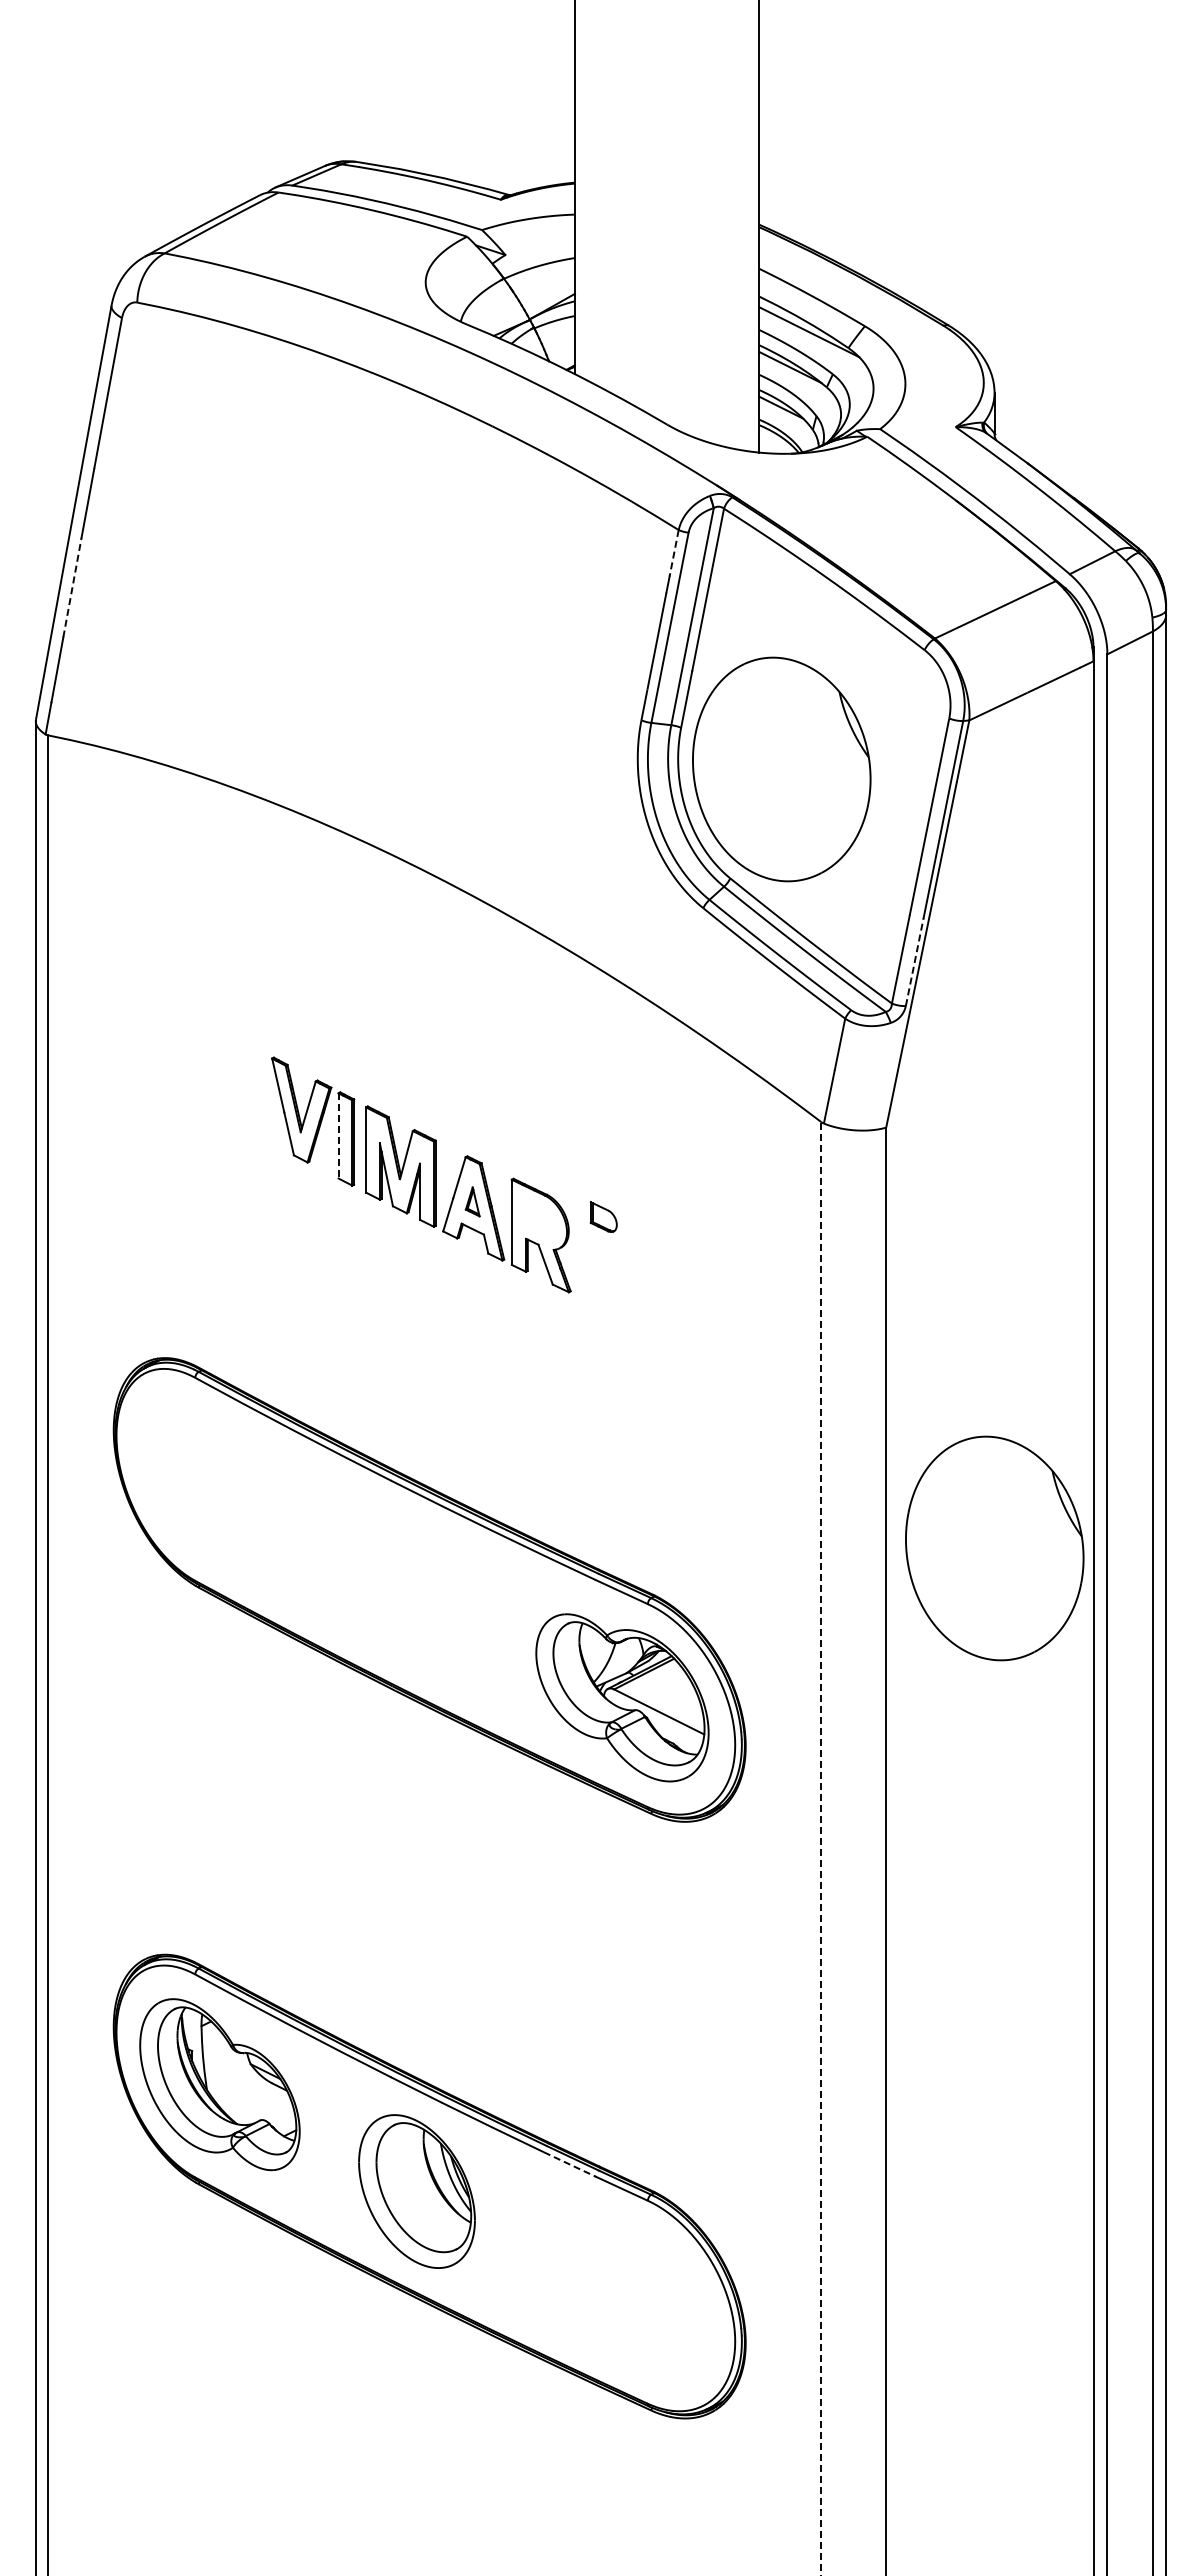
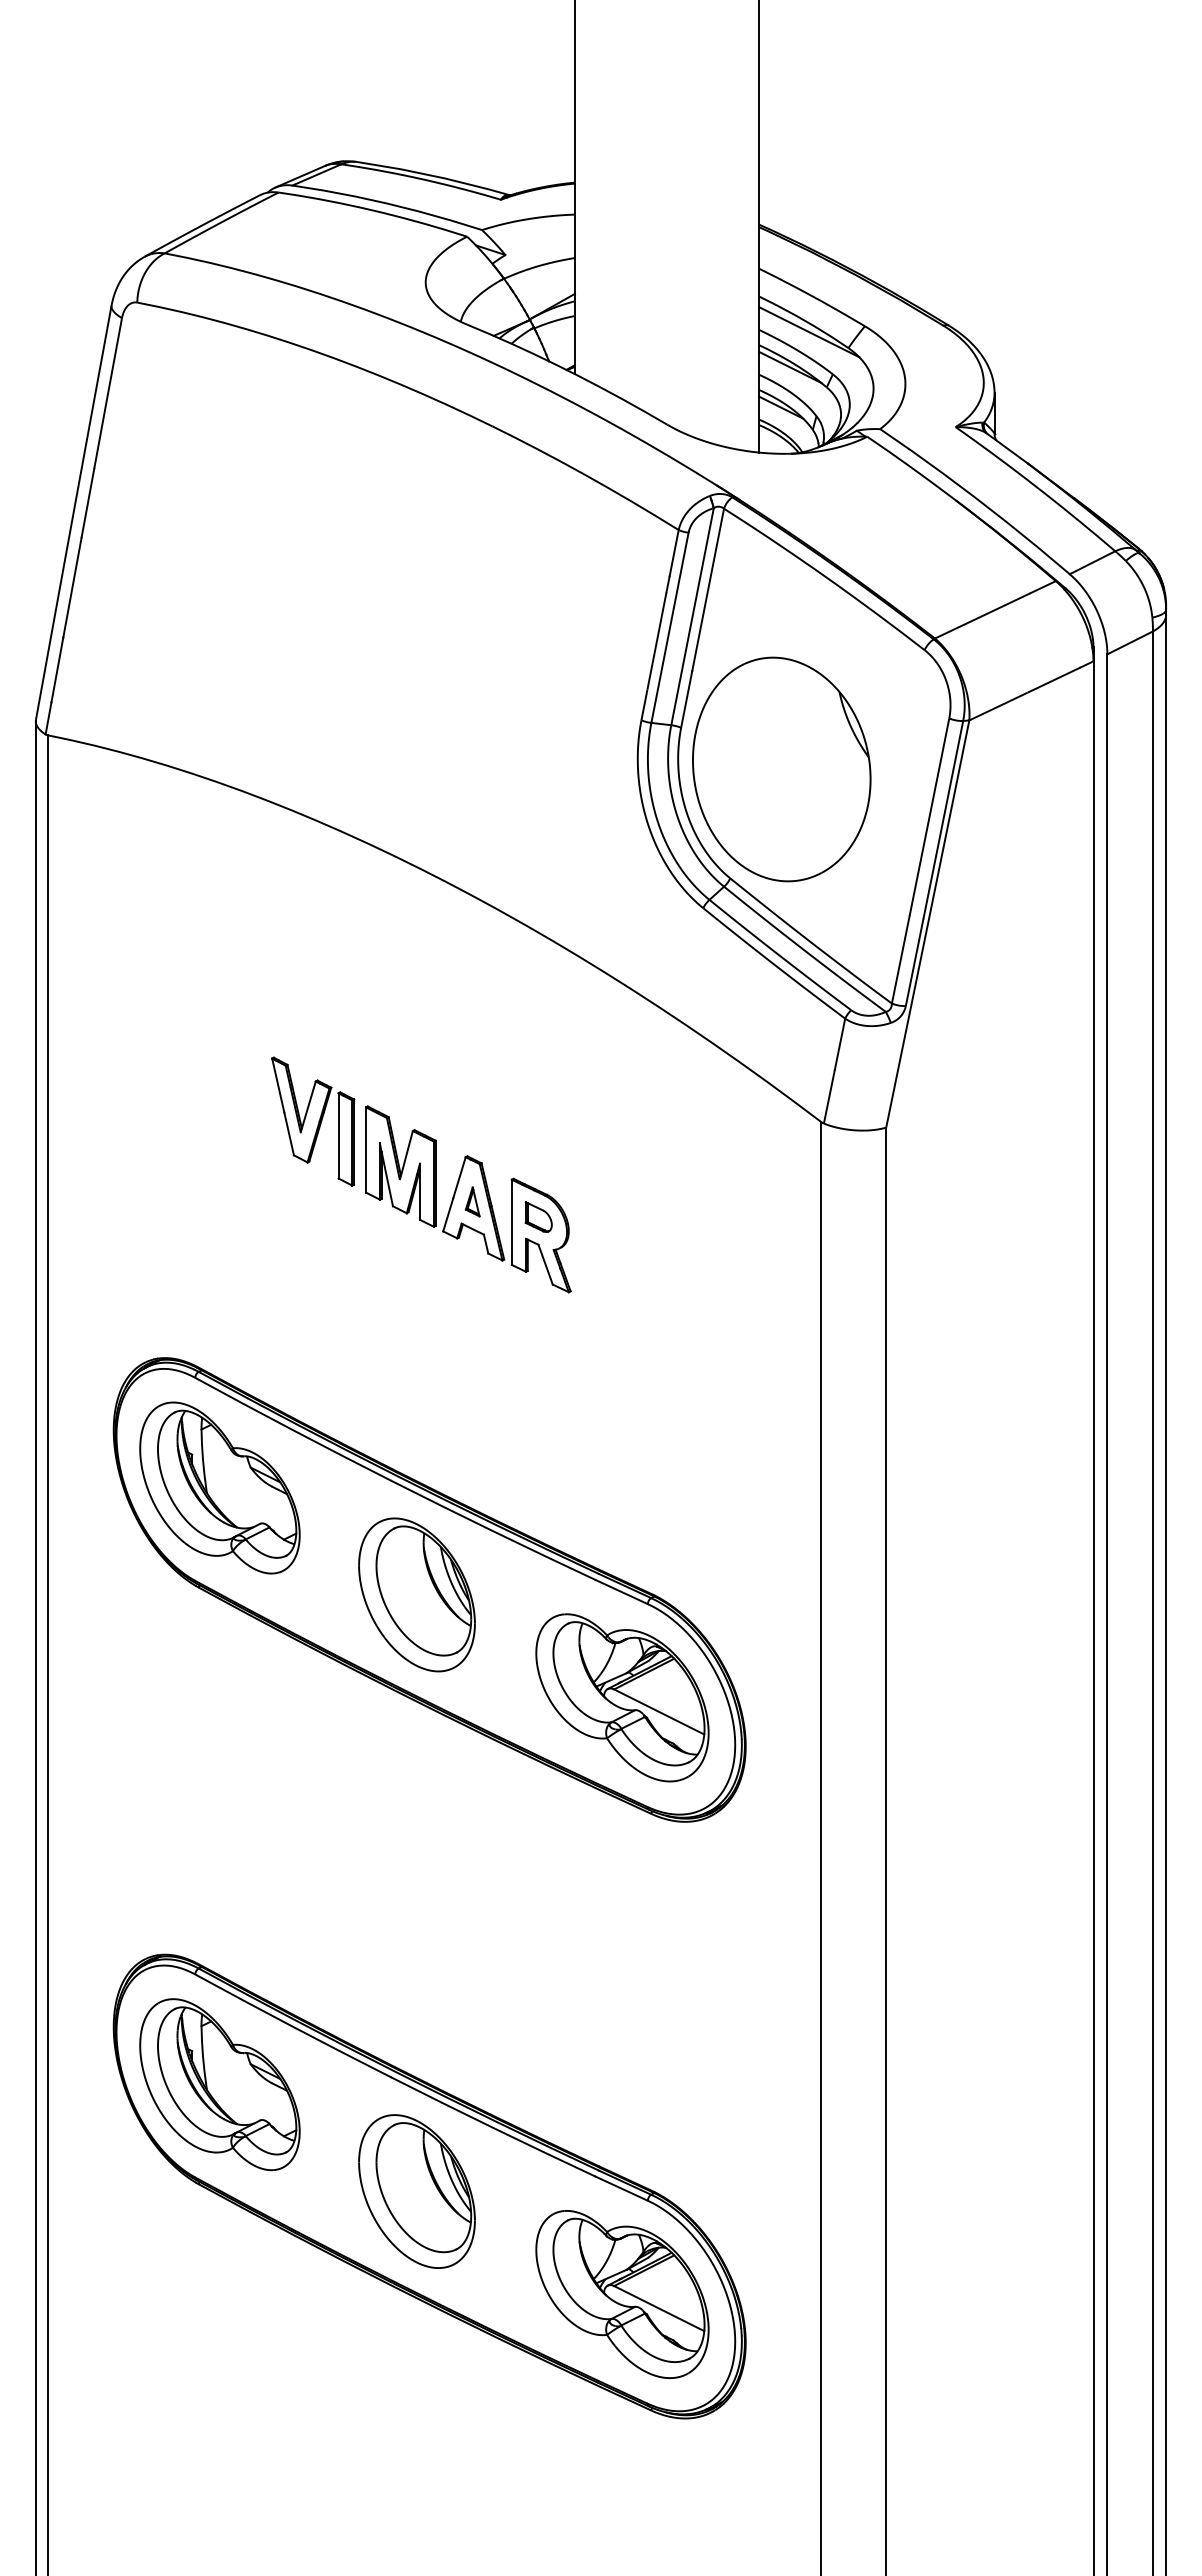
line at (674, 553): dashed -> solid
line at (72, 587): dashed -> solid
line at (914, 962): dashed -> solid
line at (338, 1135): dashed -> solid
part at (603, 1216) position: (603, 1216) -> (538, 1216)
part at (219, 1487): none -> present
part at (994, 1548): present -> none
part at (416, 1594): none -> present
line at (821, 1849): dashed -> solid
line at (569, 2164): dashed -> solid
part at (622, 2294): none -> present
